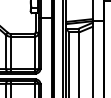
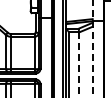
line at (92, 49): solid -> dashed
line at (79, 65): solid -> dashed
